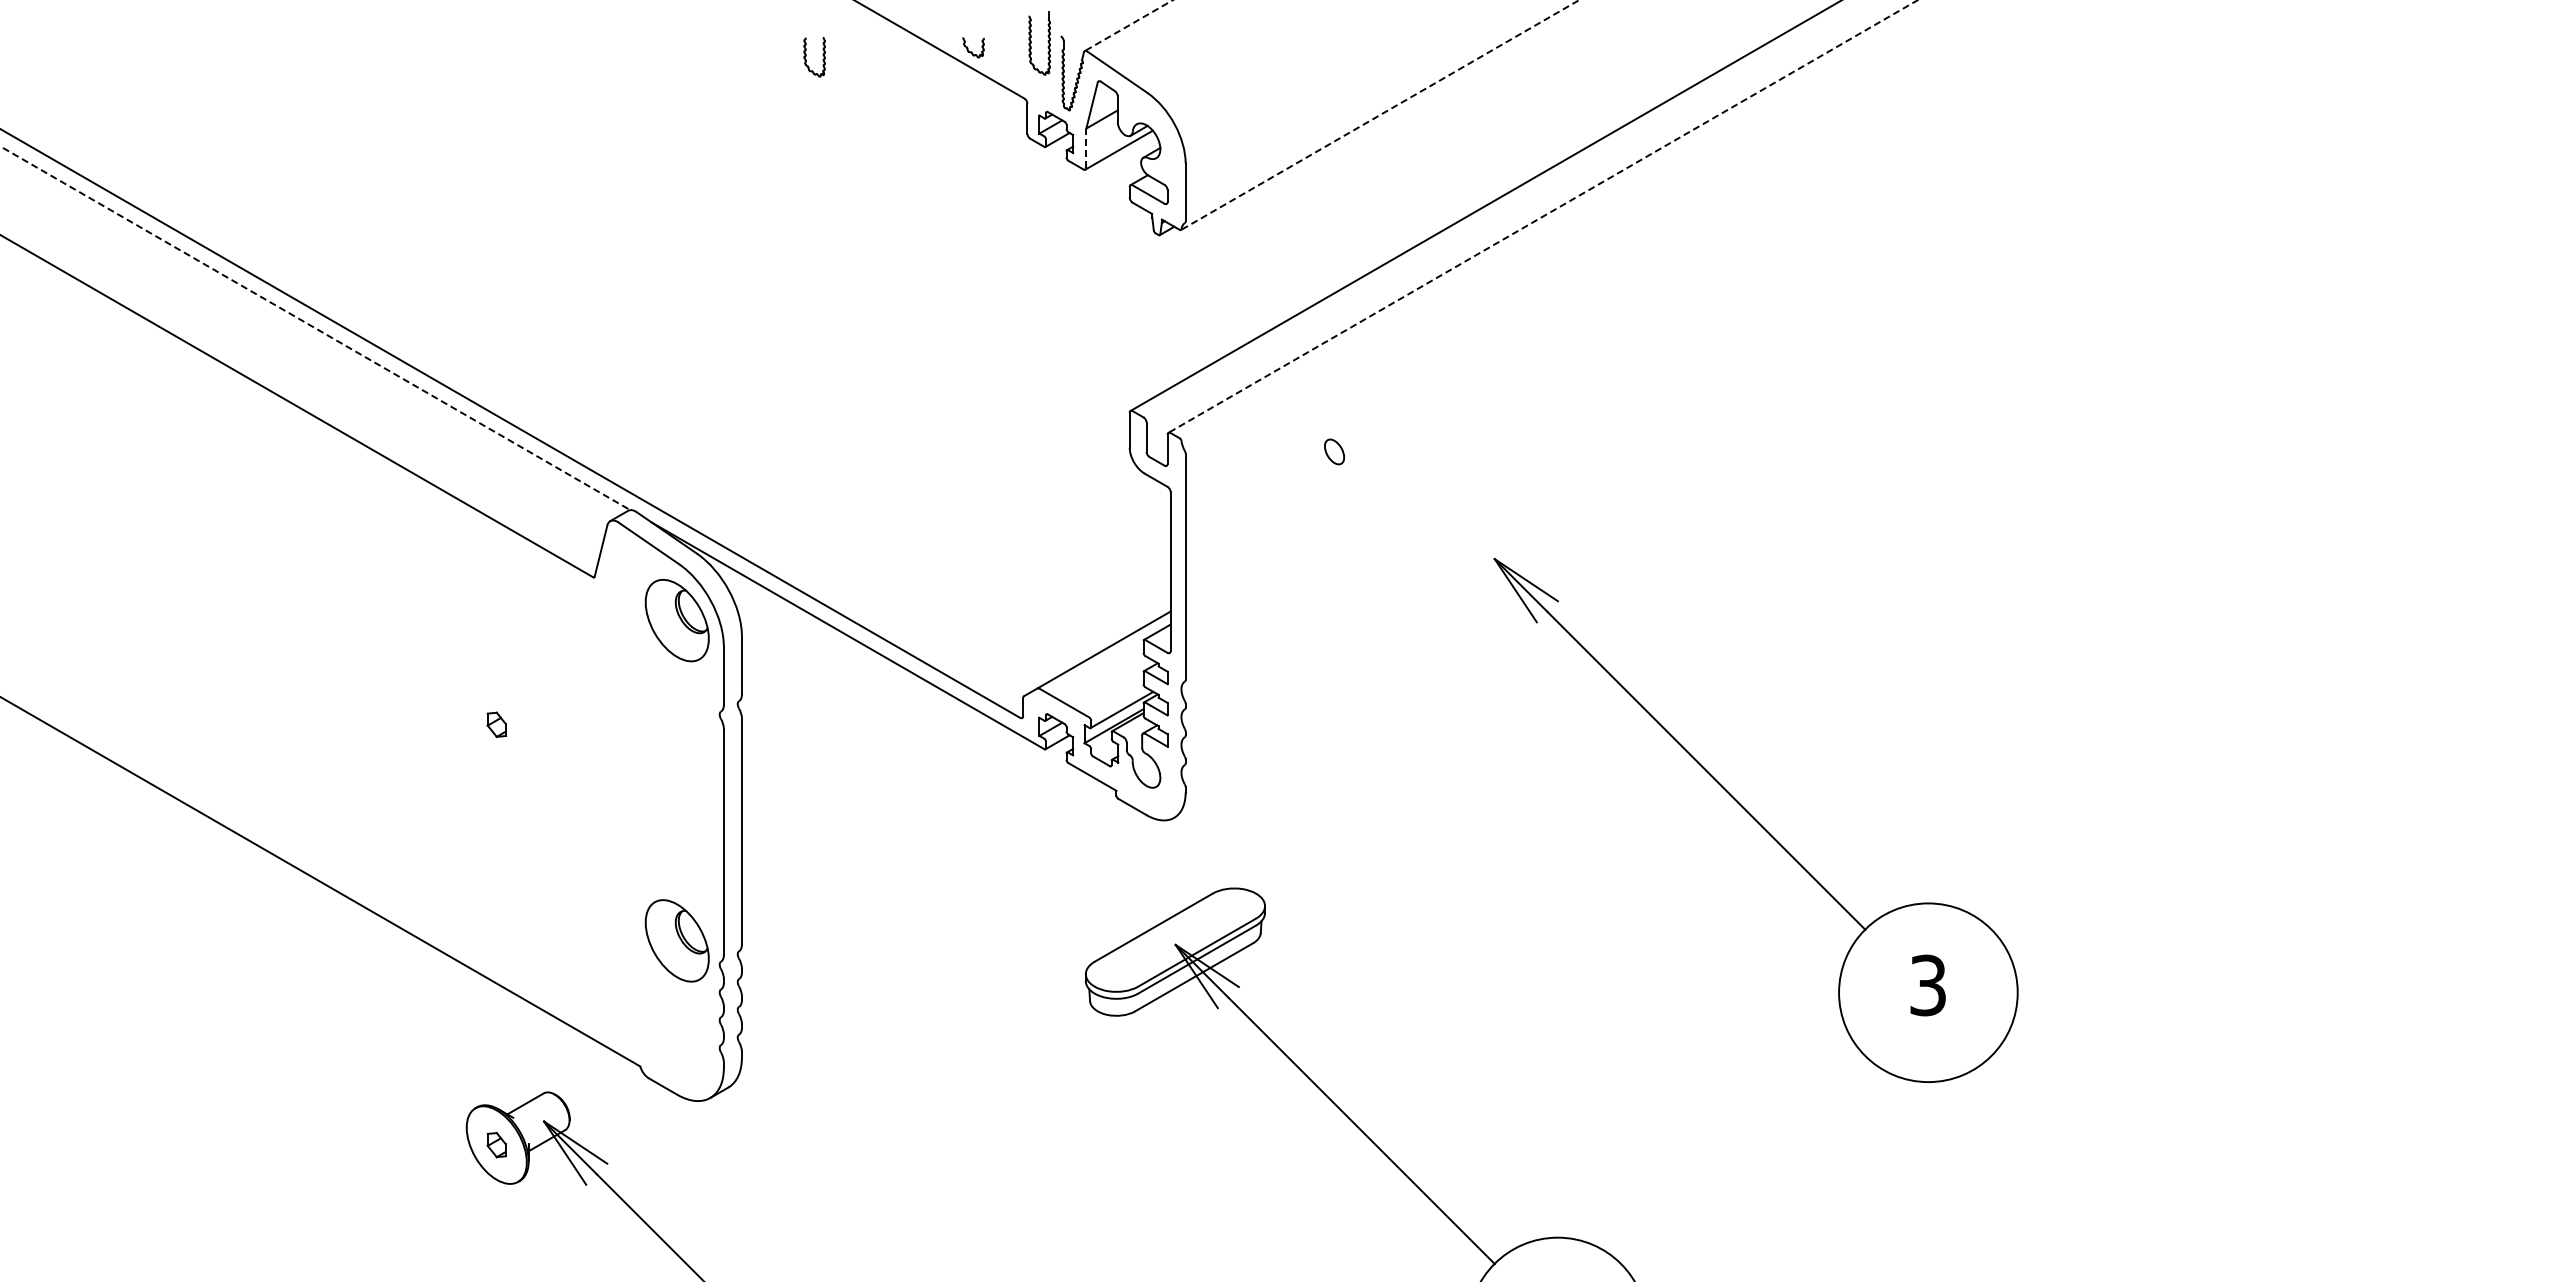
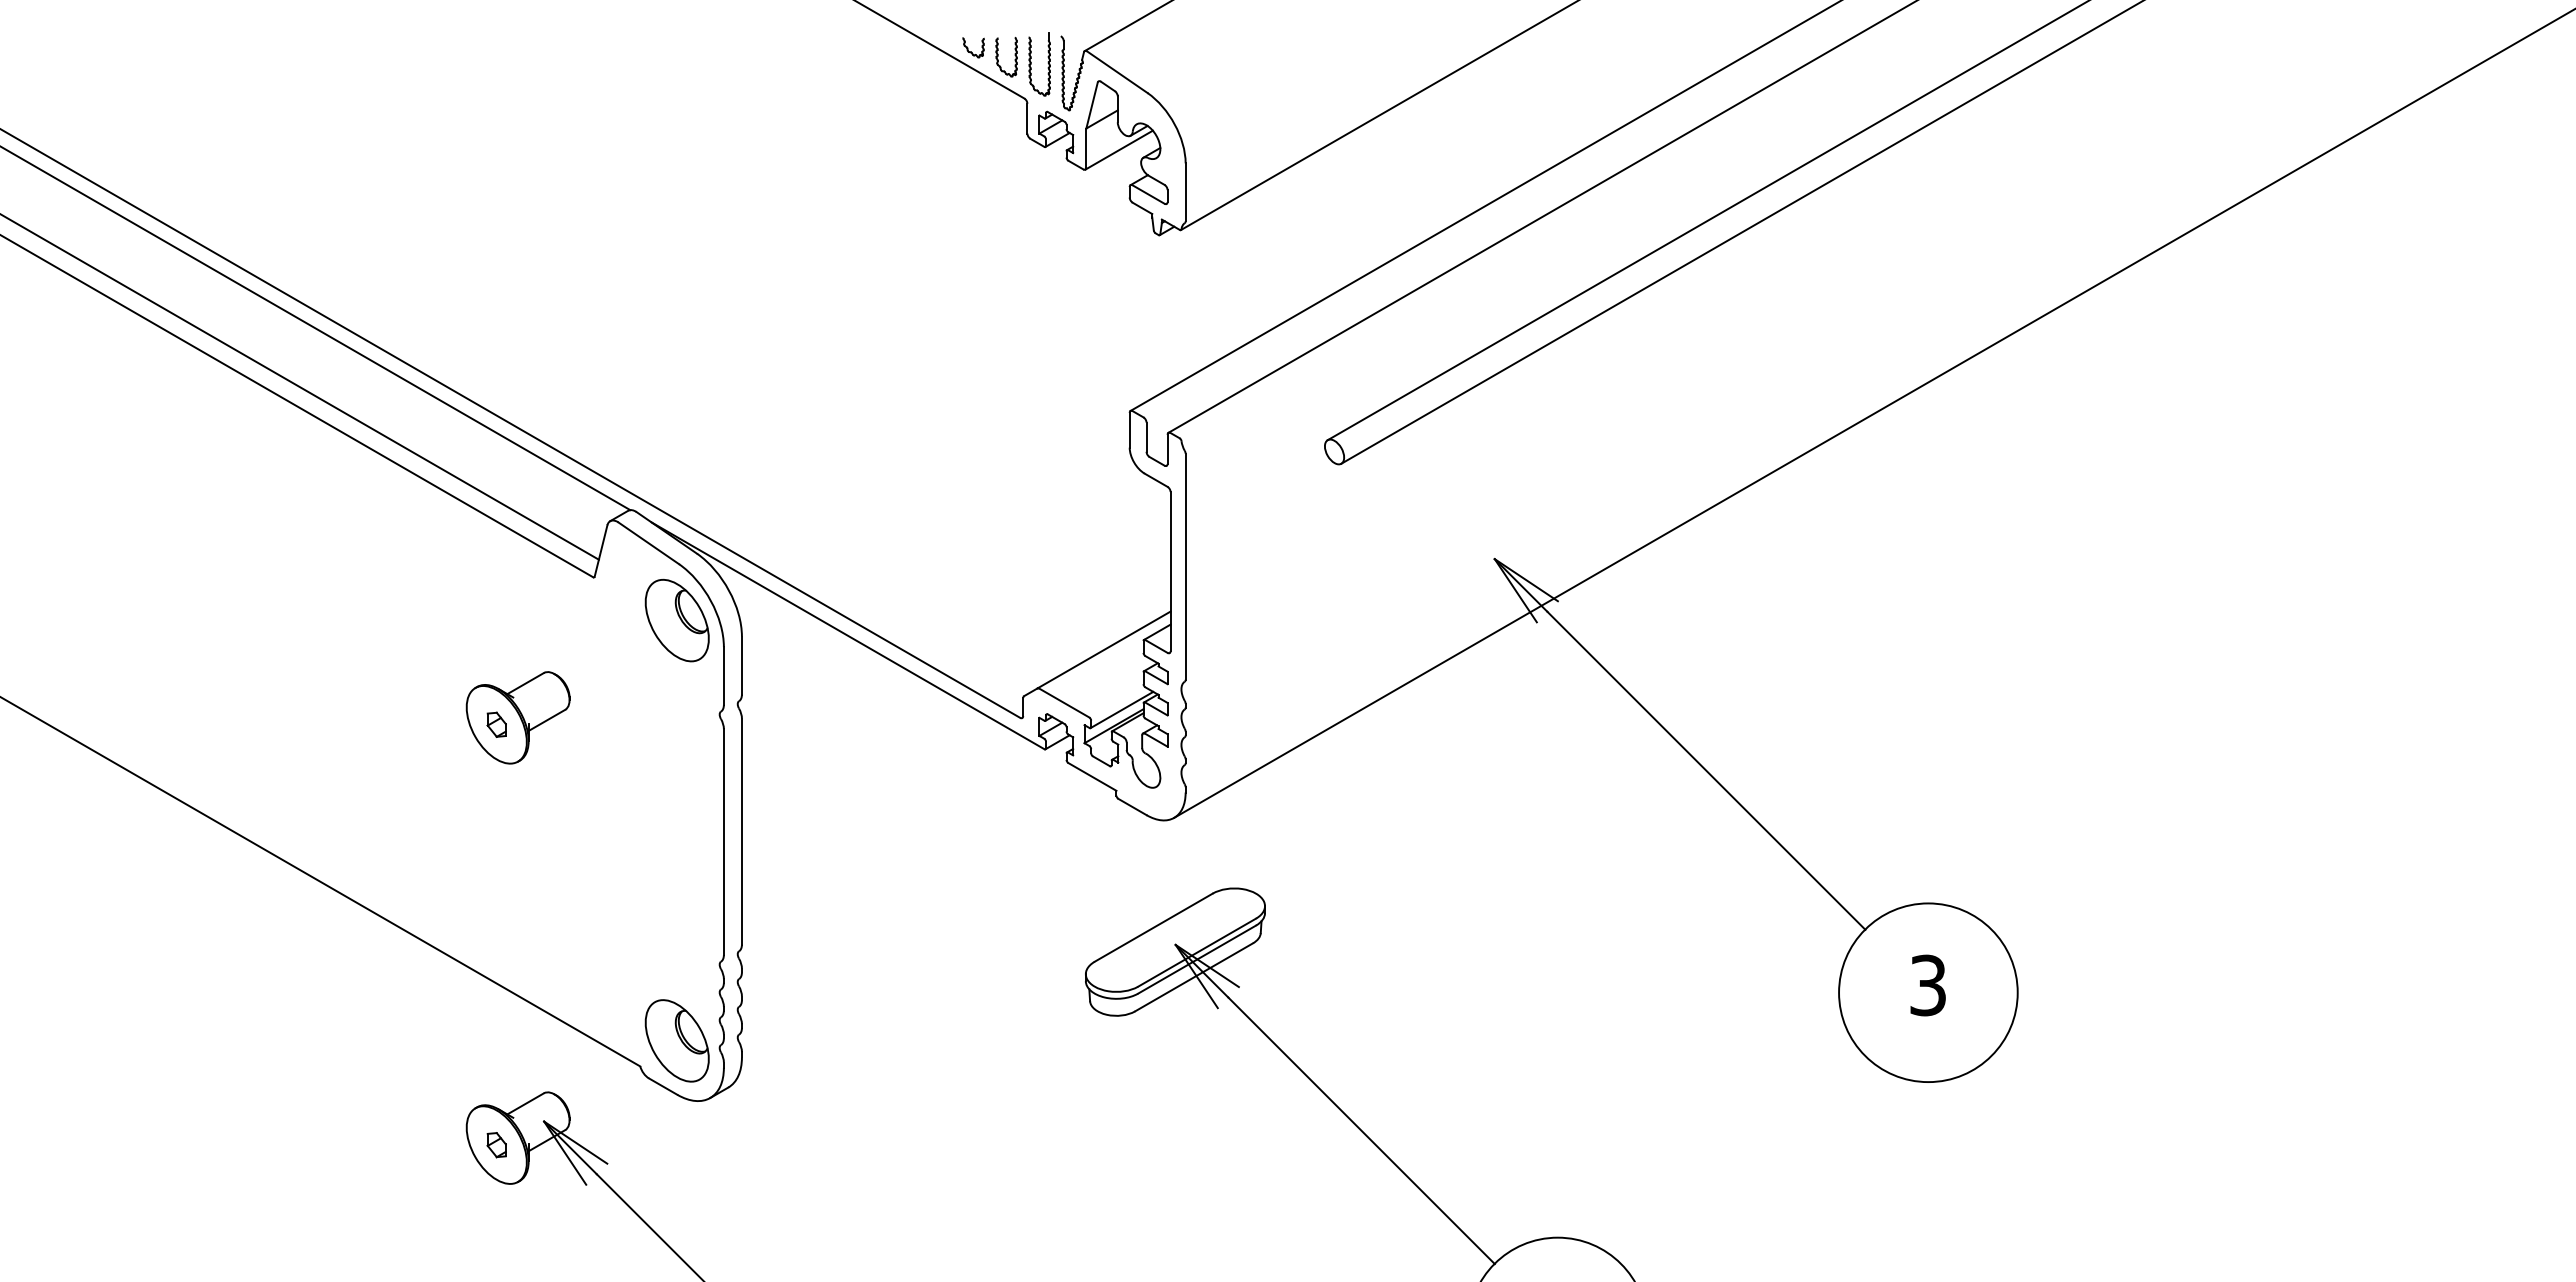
line at (1128, 25): dashed -> solid
part at (1031, 43) position: (1031, 43) -> (1031, 64)
part at (806, 56) position: (806, 56) -> (998, 56)
line at (1380, 115): dashed -> solid
line at (1086, 148): dashed -> solid
line at (1542, 216): dashed -> solid
line at (1706, 221): none -> present
line at (1740, 232): none -> present
line at (315, 328): dashed -> solid
line at (300, 387): none -> present
line at (1873, 413): none -> present
part at (517, 717): none -> present
part at (676, 940) position: (676, 940) -> (676, 1040)
